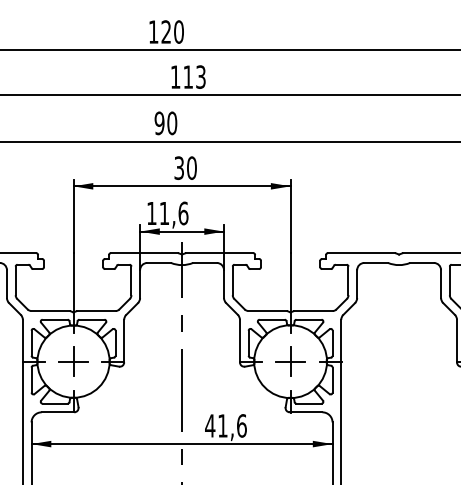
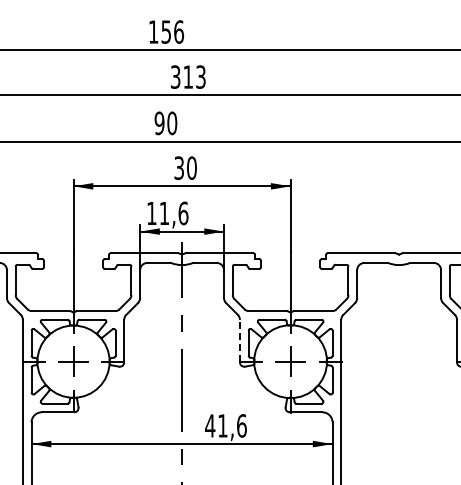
text at (172, 31): 120 -> 156
text at (175, 76): 113 -> 313
line at (239, 340): solid -> dashed
